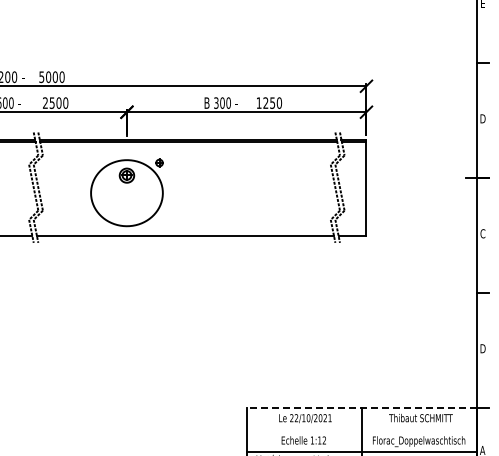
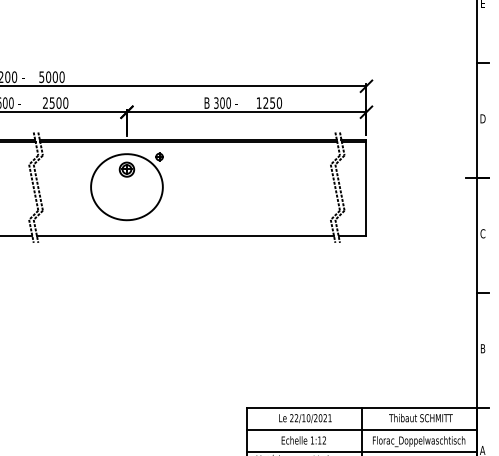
part at (126, 192) position: (126, 192) -> (126, 186)
text at (482, 348): D -> B
line at (362, 407): dashed -> solid
line at (362, 429): none -> present
